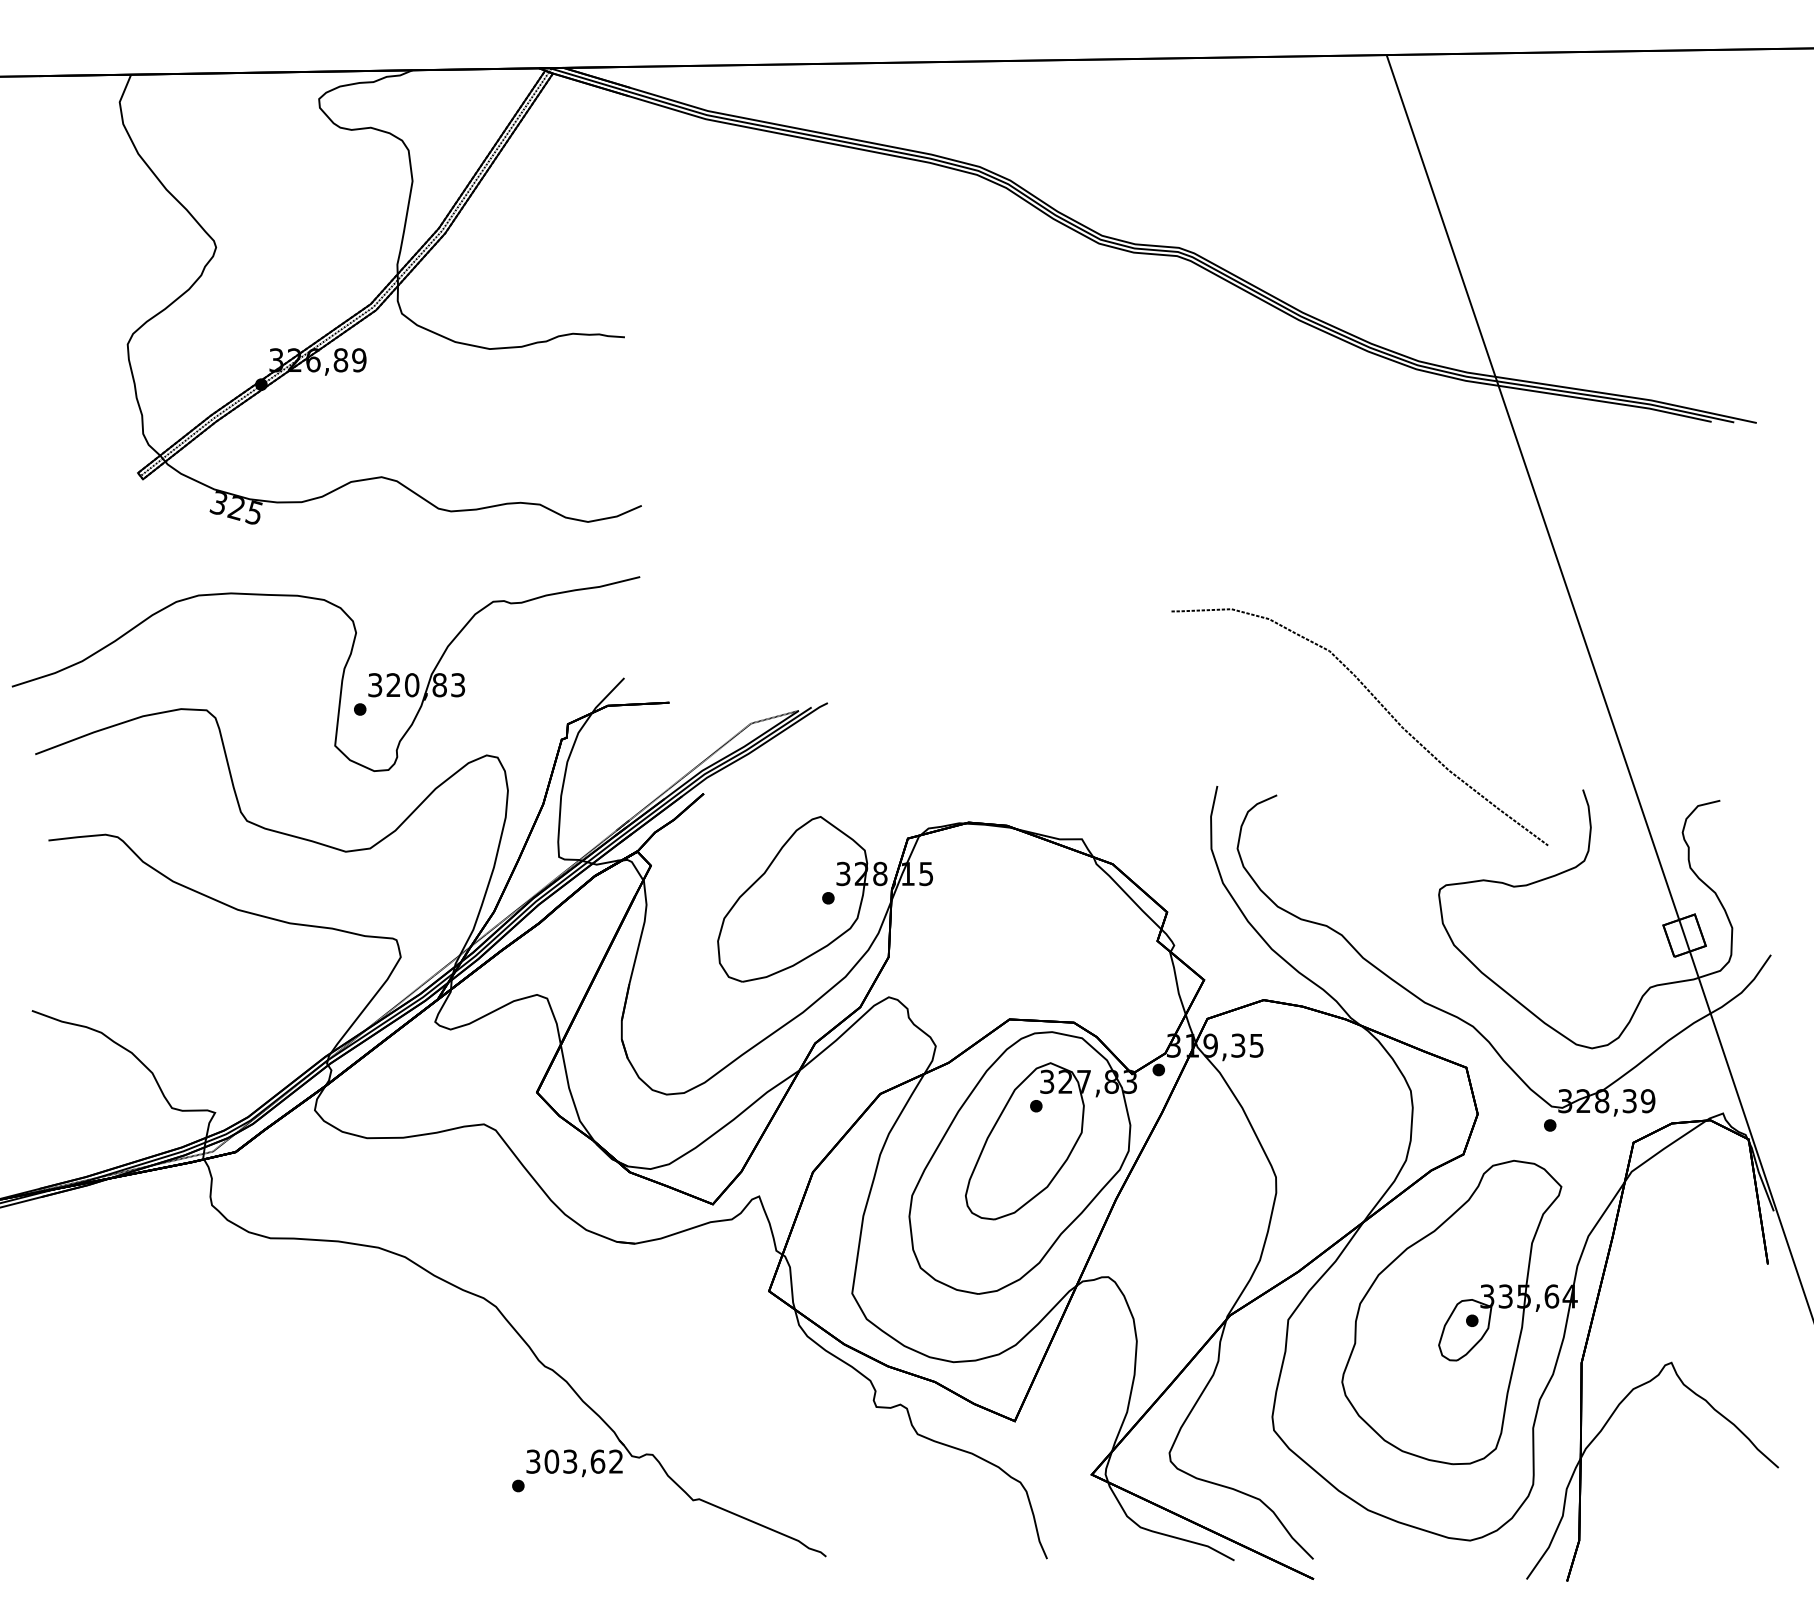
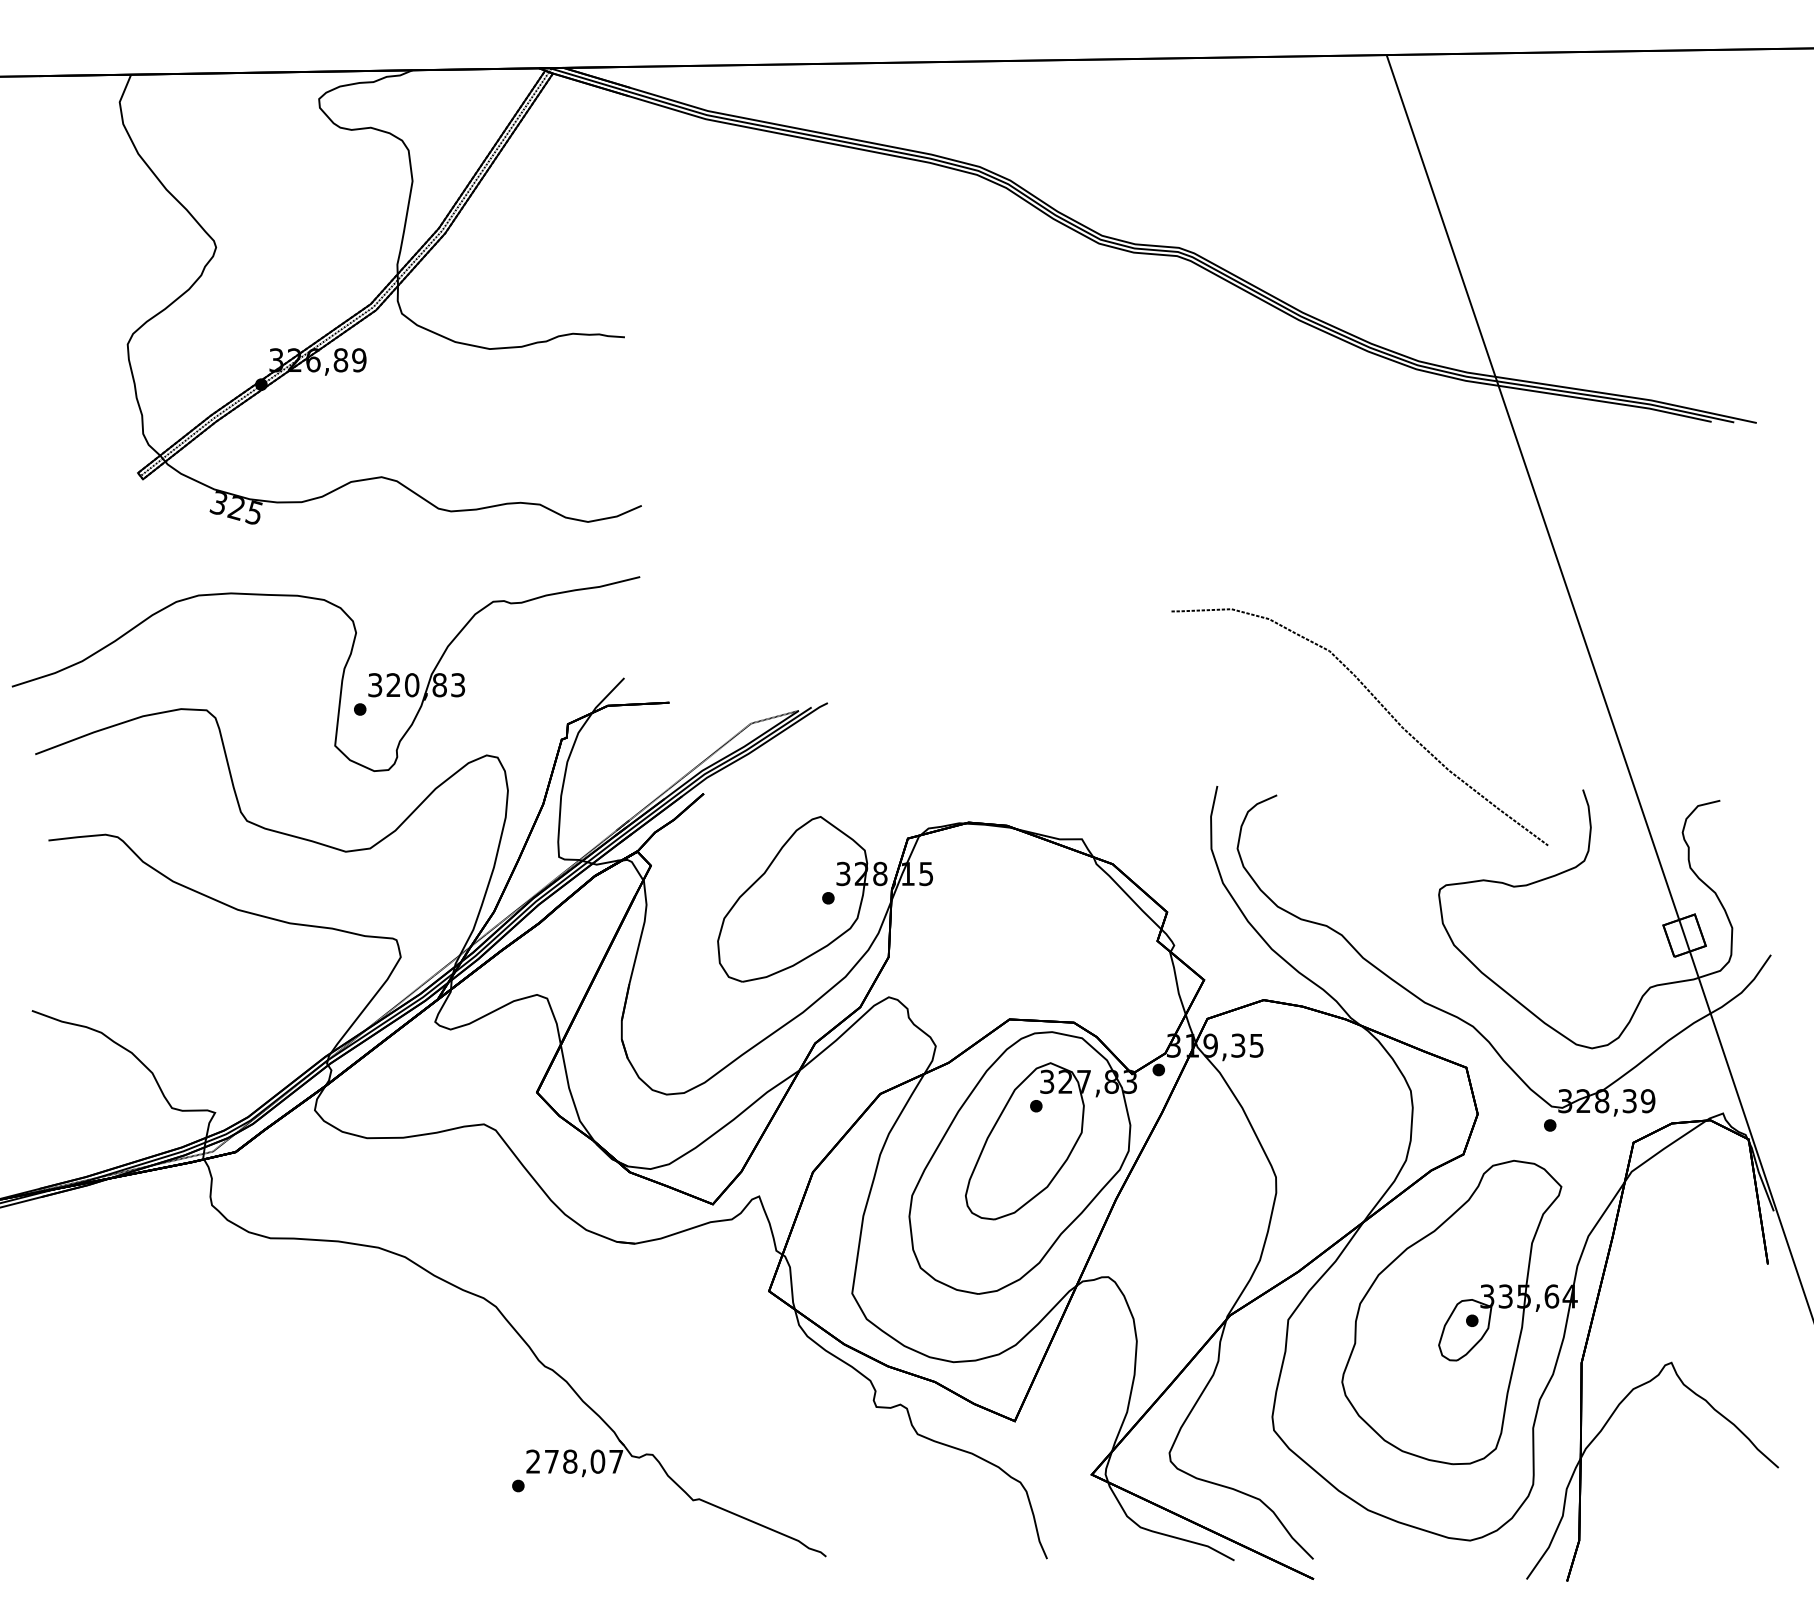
text at (574, 1461): 303,62 -> 278,07
